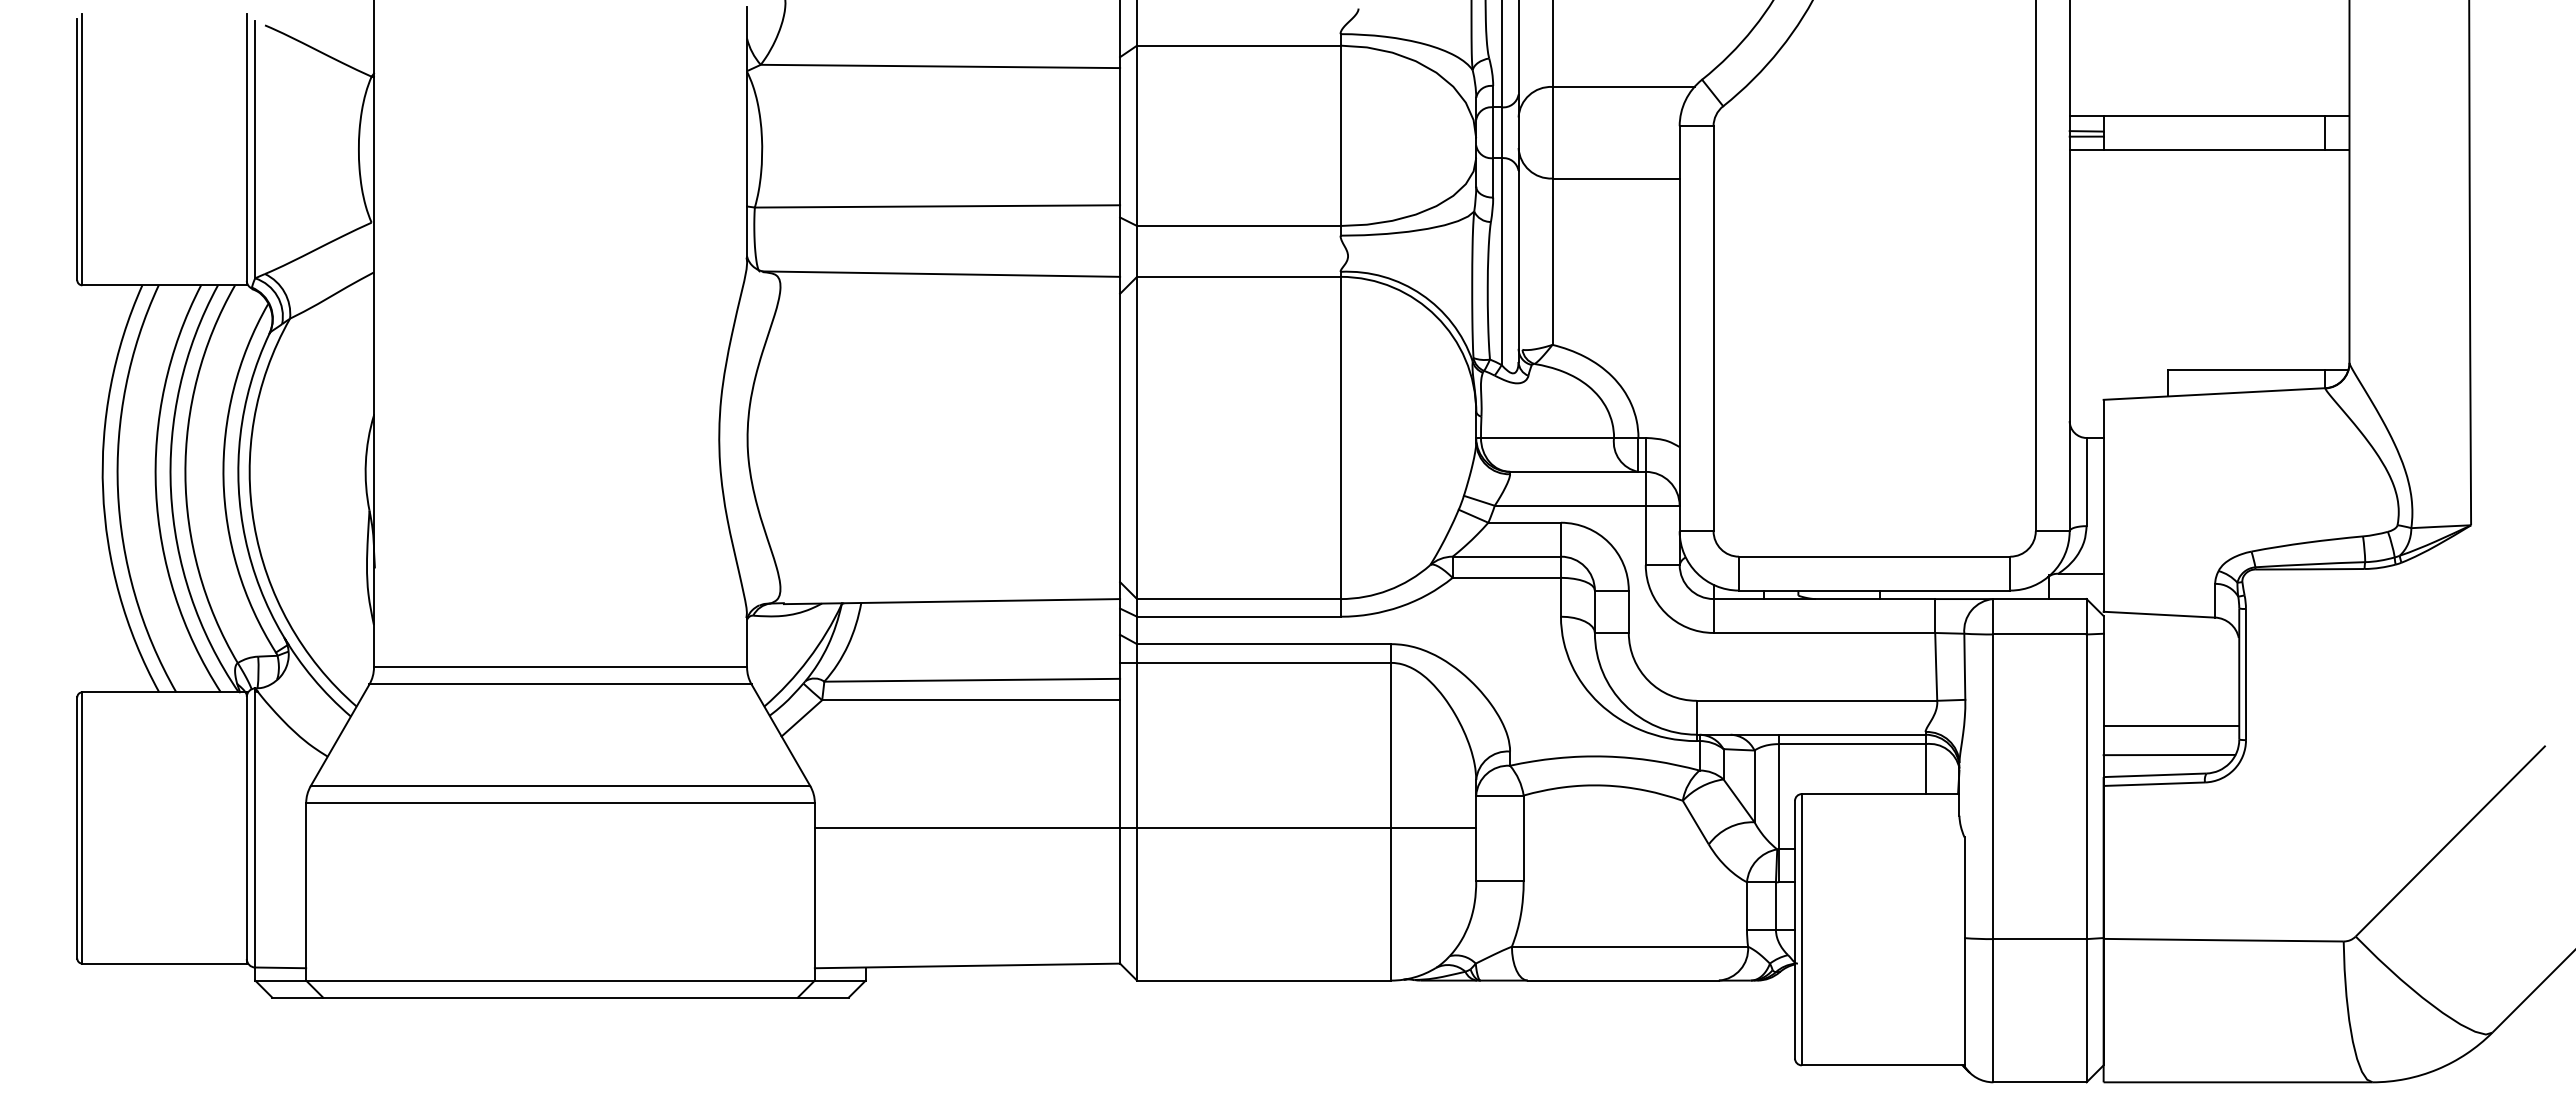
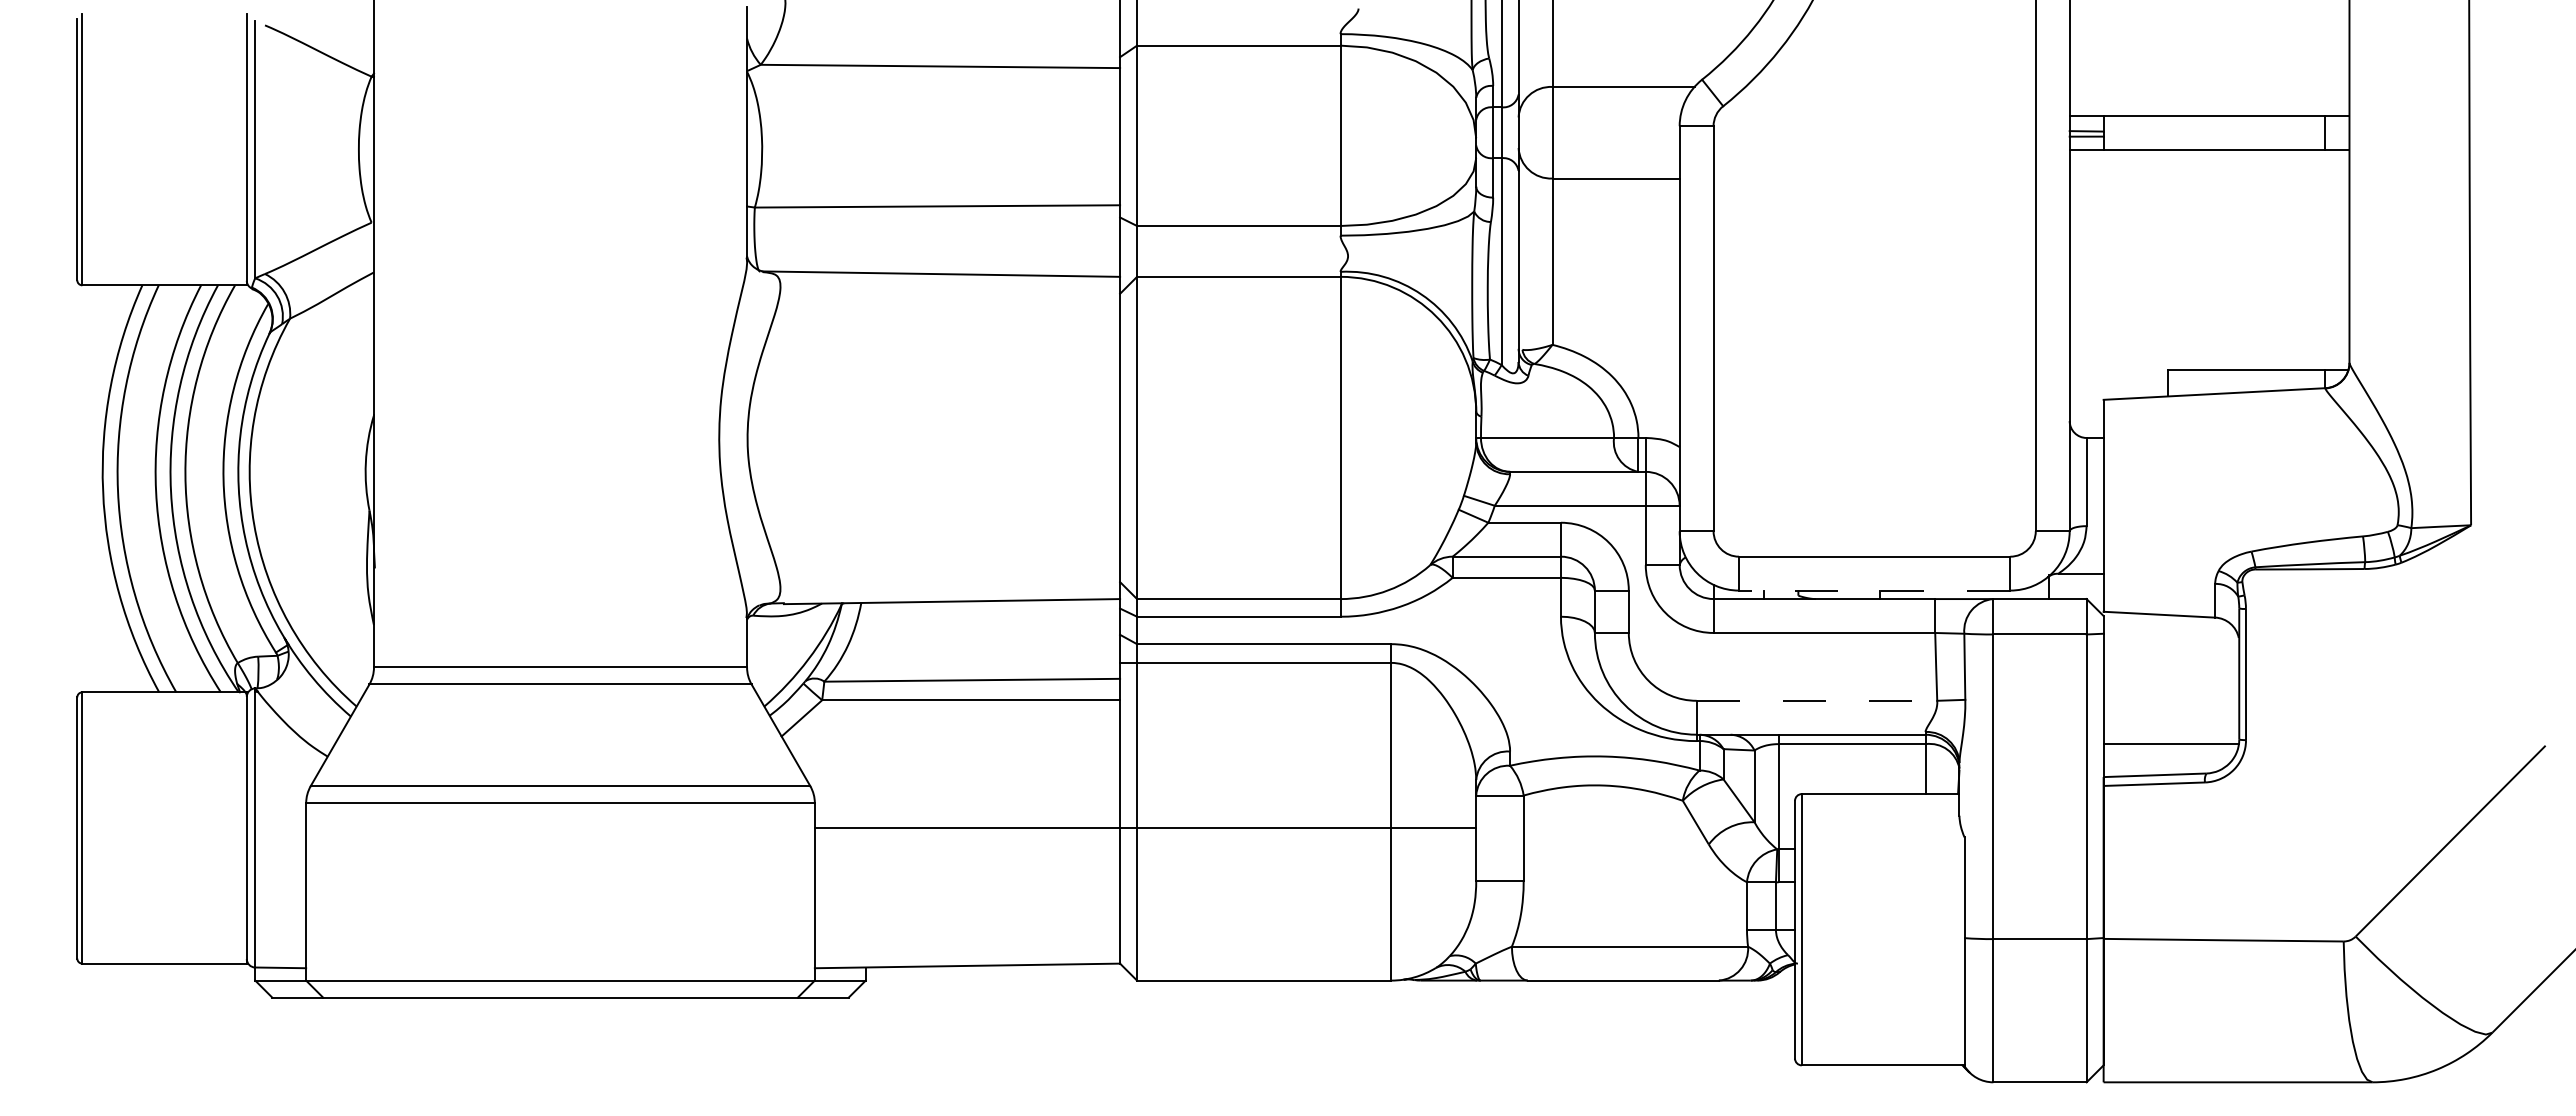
line at (1874, 590): solid -> dashed
line at (1817, 700): solid -> dashed
line at (2171, 726) position: (2171, 726) -> (2171, 744)
line at (2169, 754): present -> none
